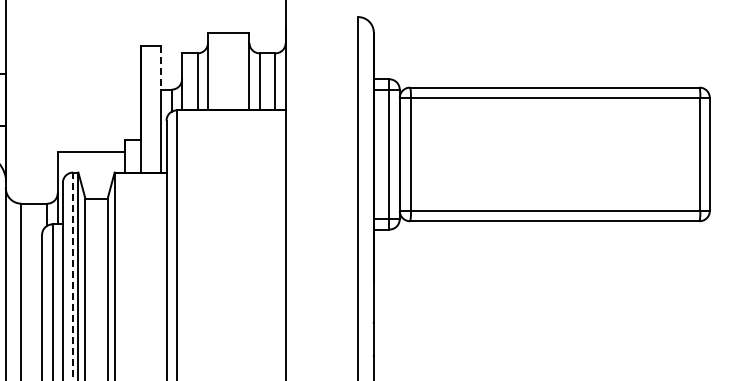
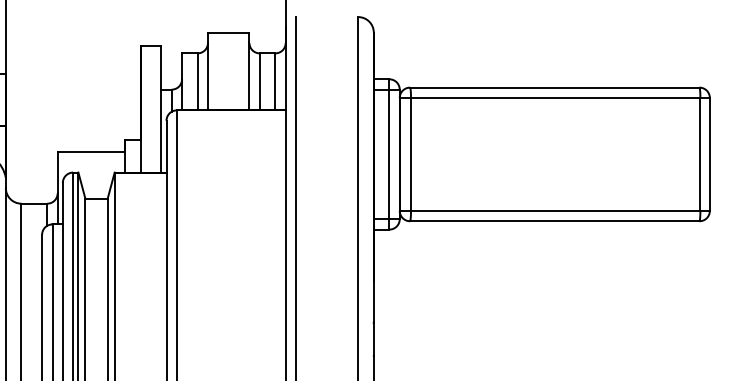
line at (161, 68): dashed -> solid
line at (296, 197): none -> present
line at (73, 276): dashed -> solid
